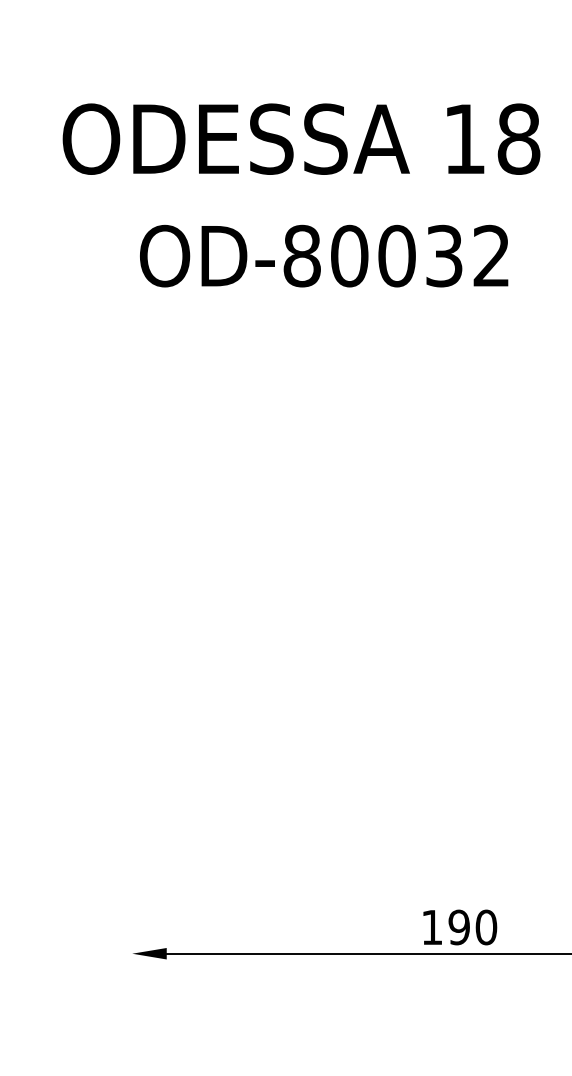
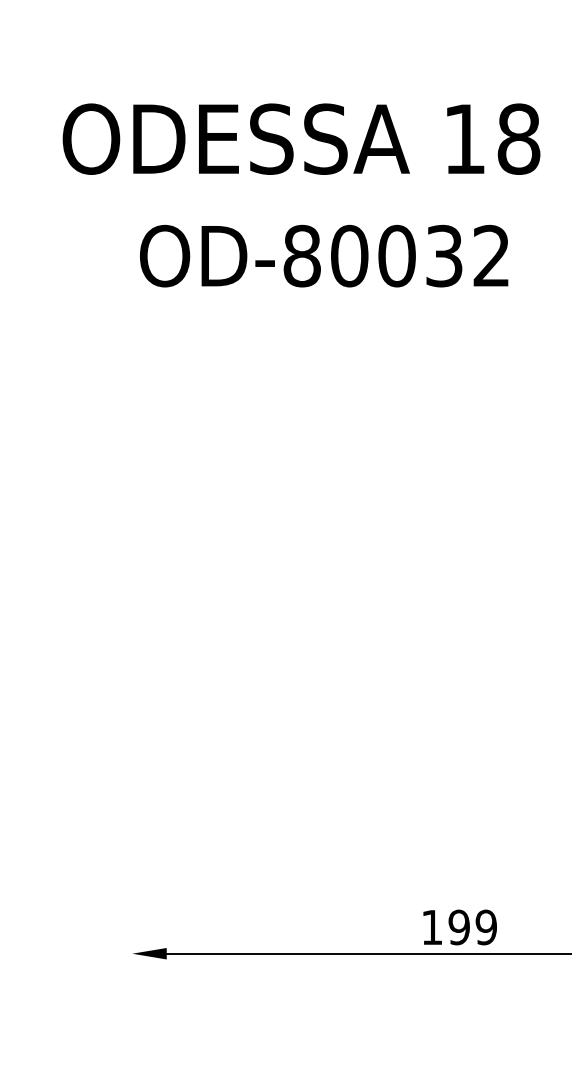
text at (486, 927): 190 -> 199
